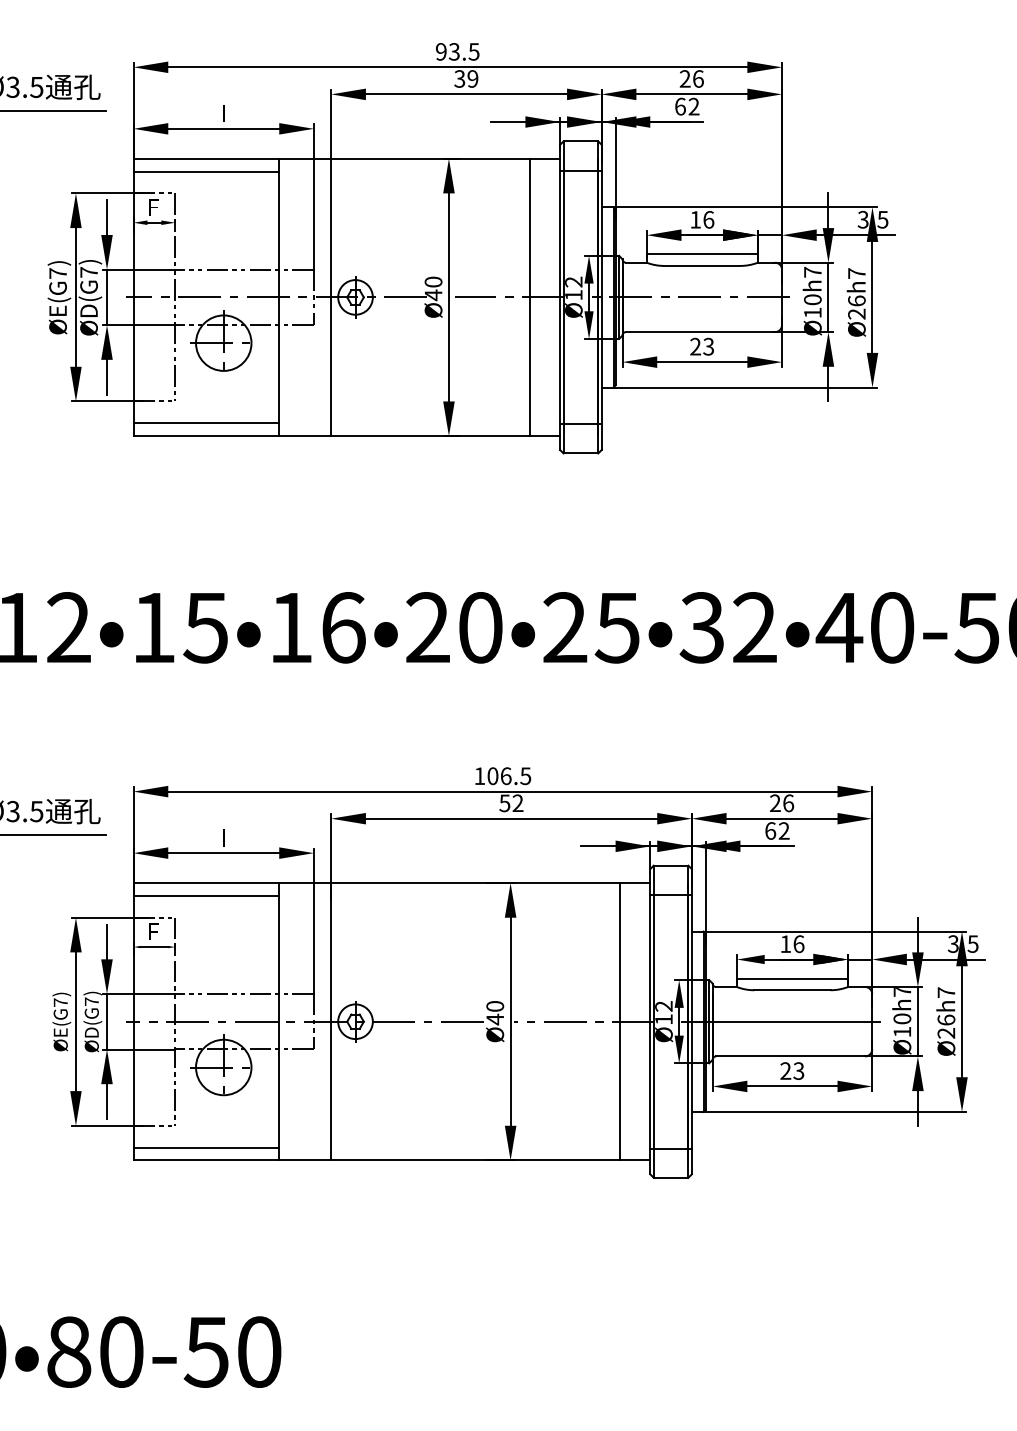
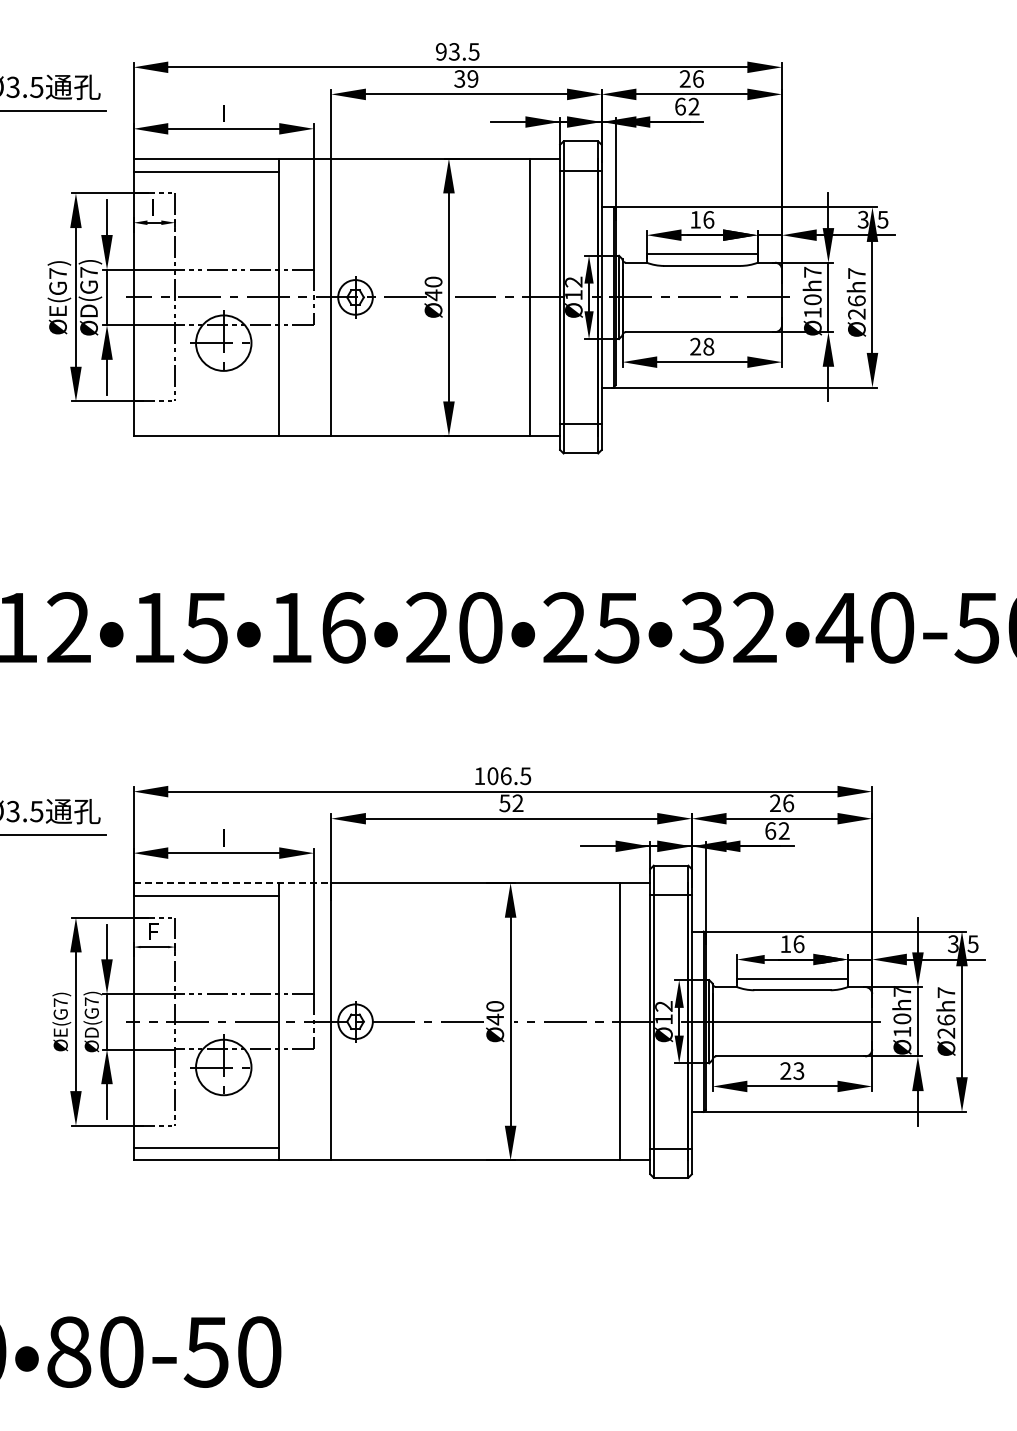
text at (153, 207): F -> I
text at (708, 346): 23 -> 28
line at (206, 423): present -> none
line at (232, 883): solid -> dashed
